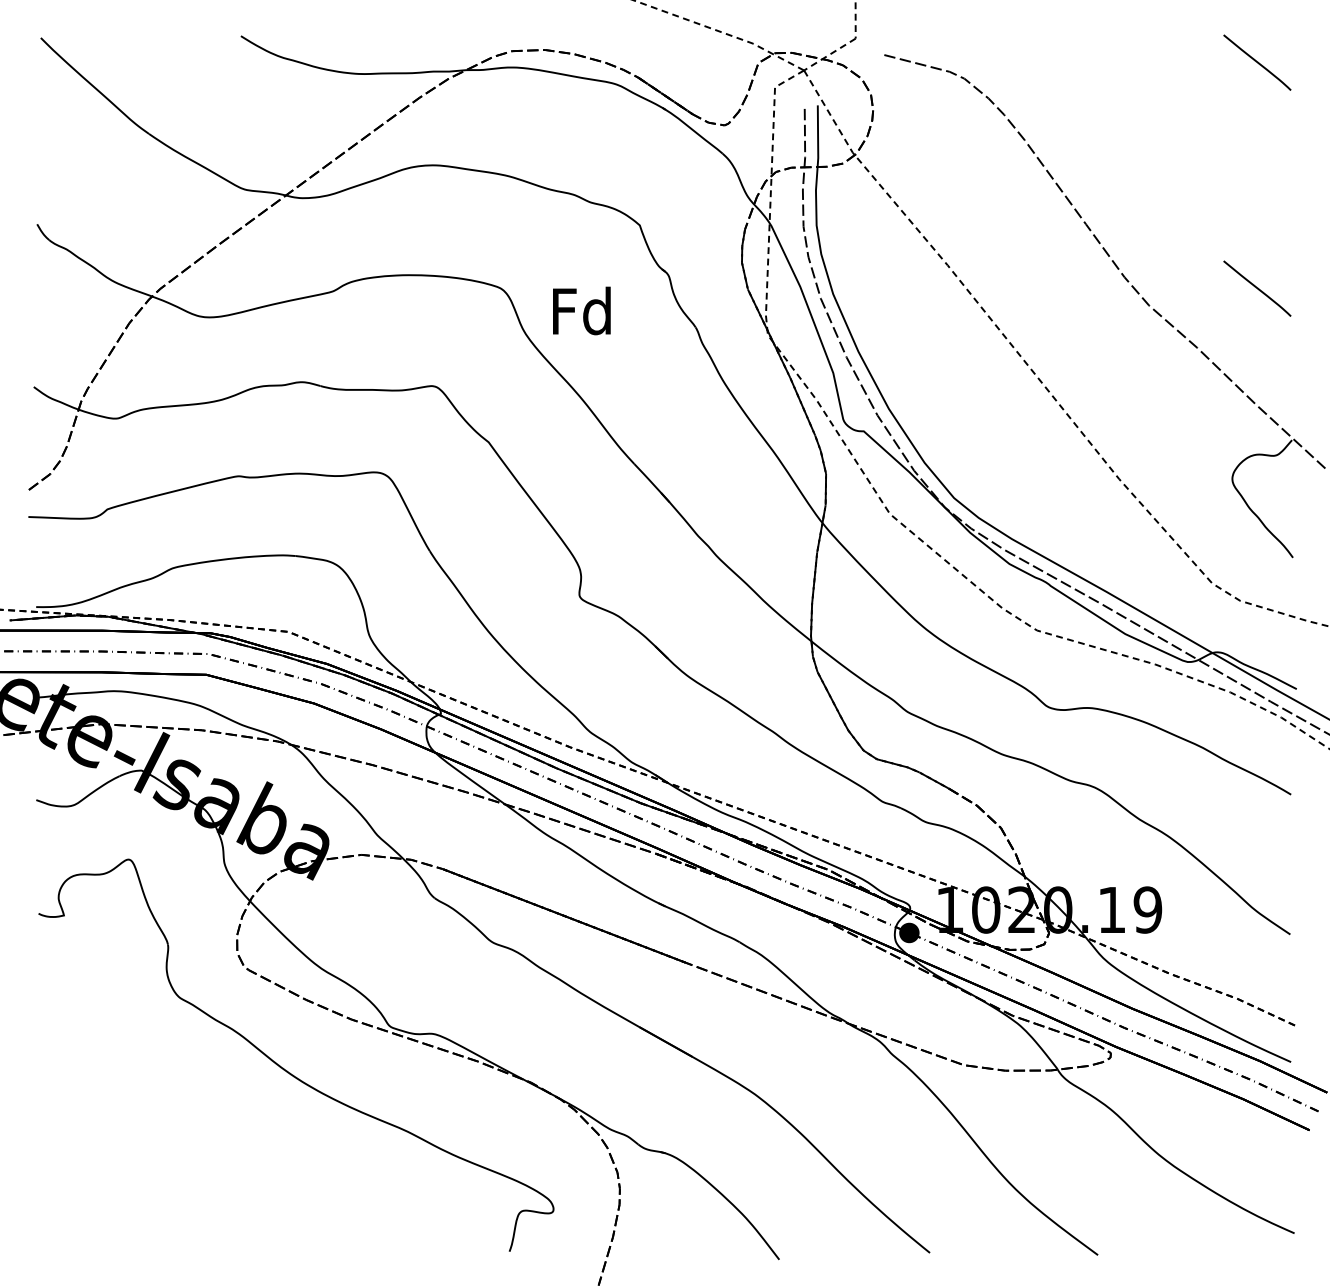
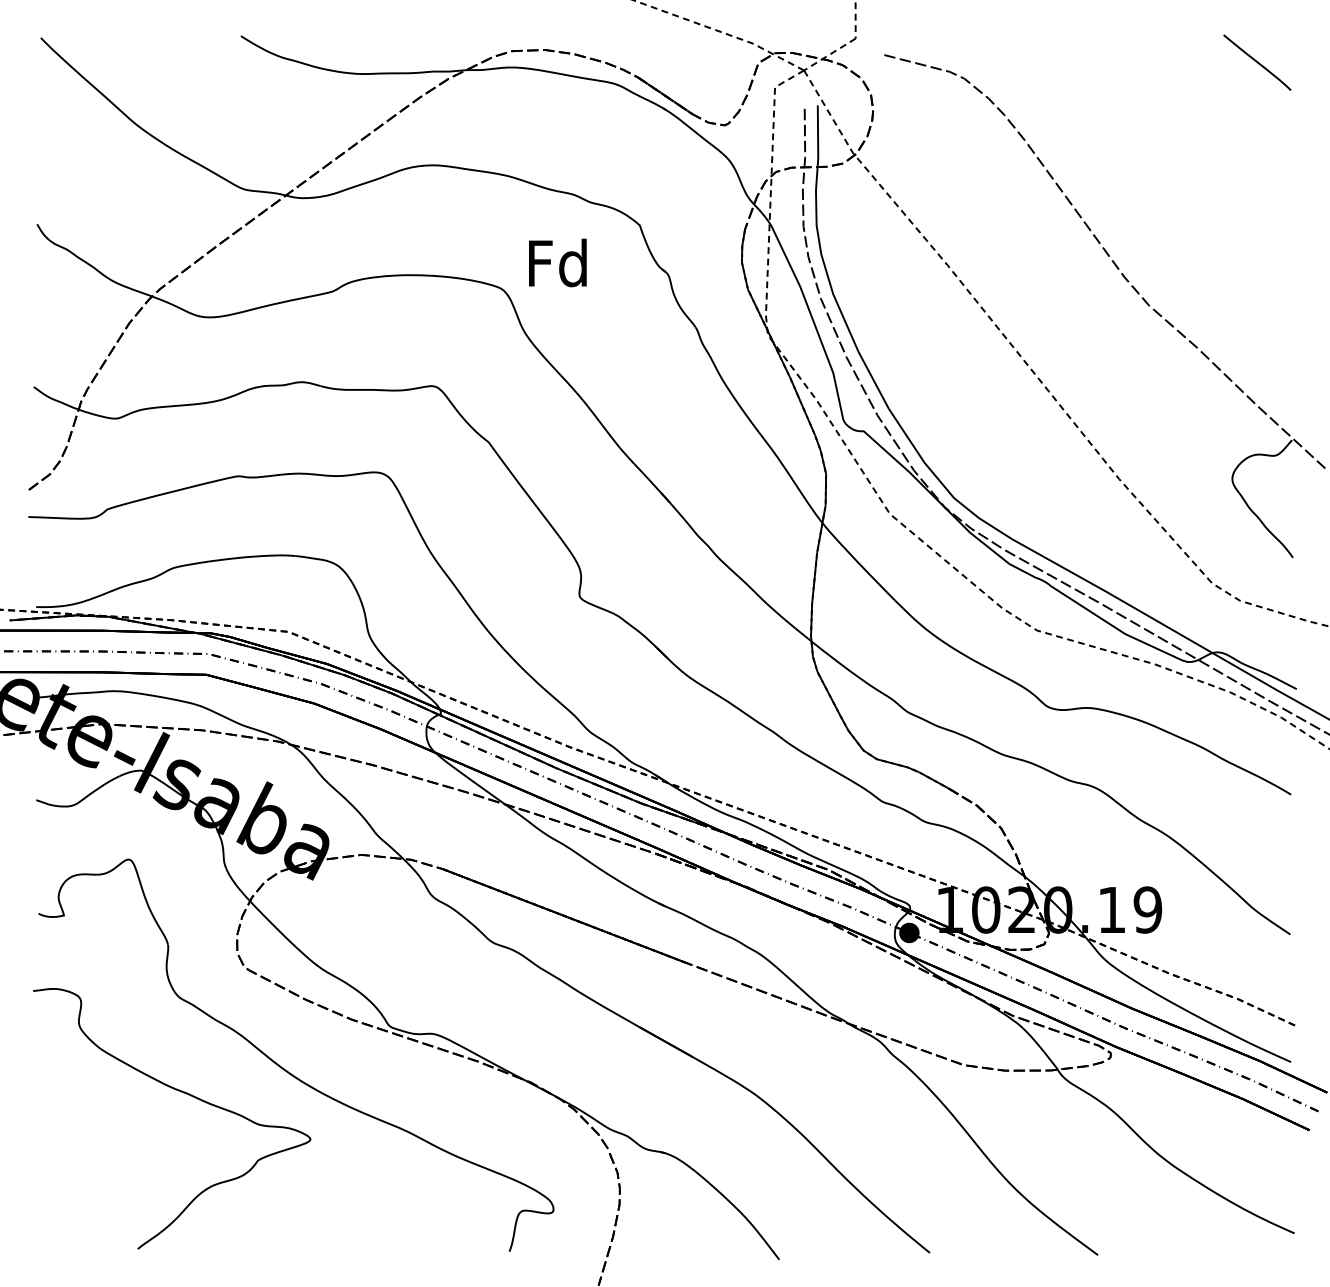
line at (1257, 288): present -> none
text at (581, 310) position: (581, 310) -> (557, 262)
part at (183, 1093): none -> present
